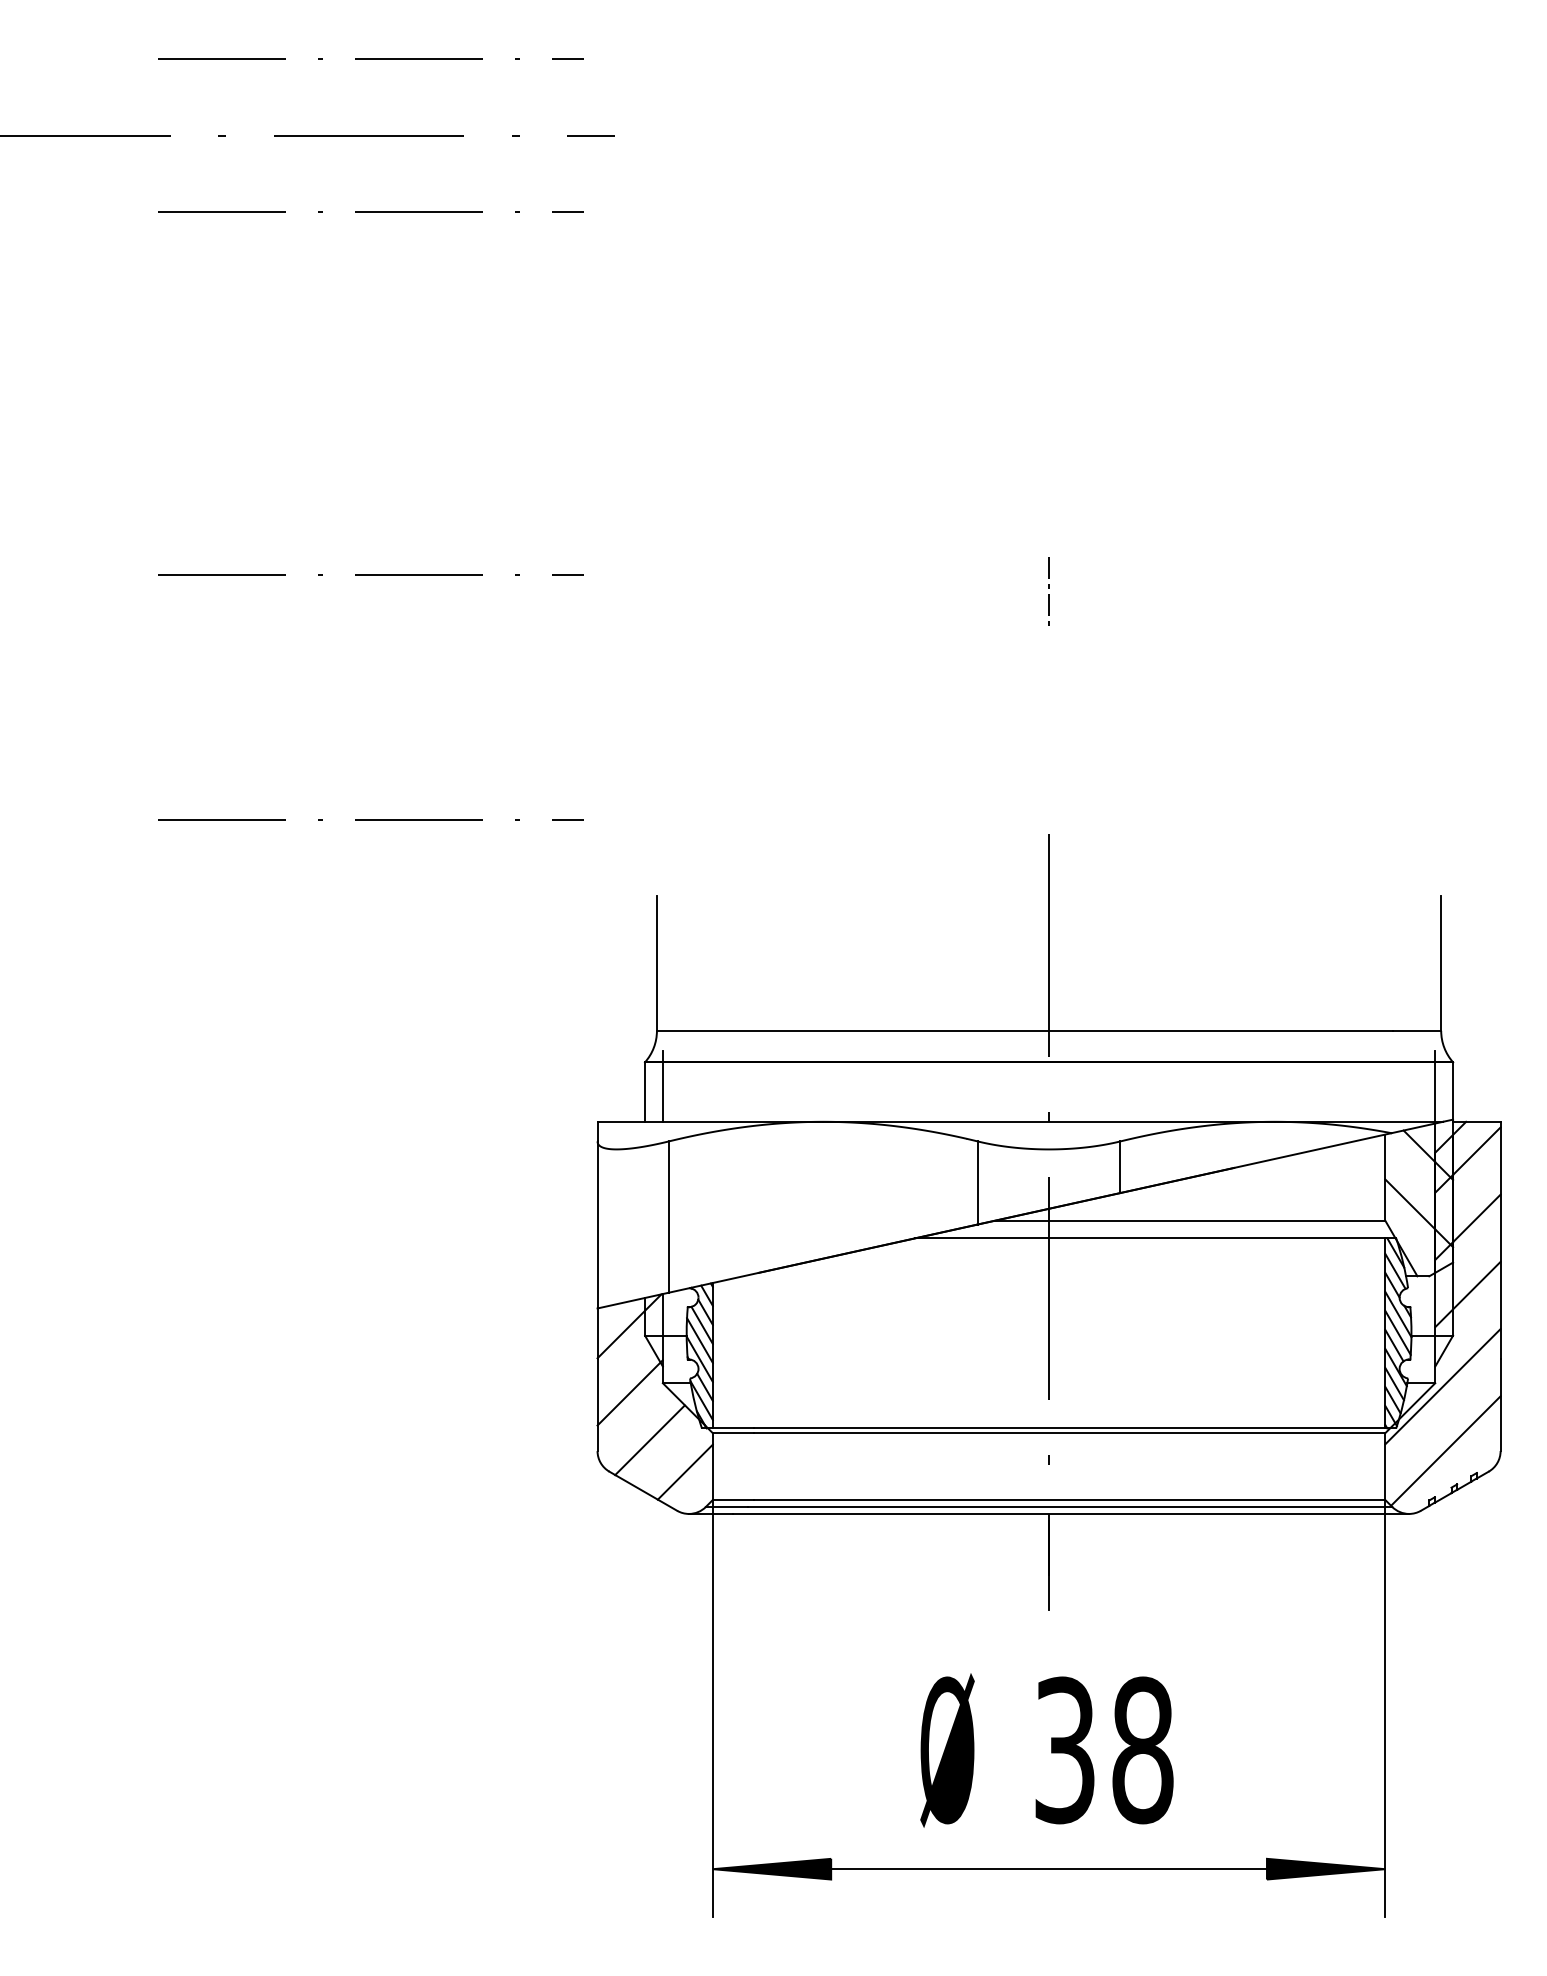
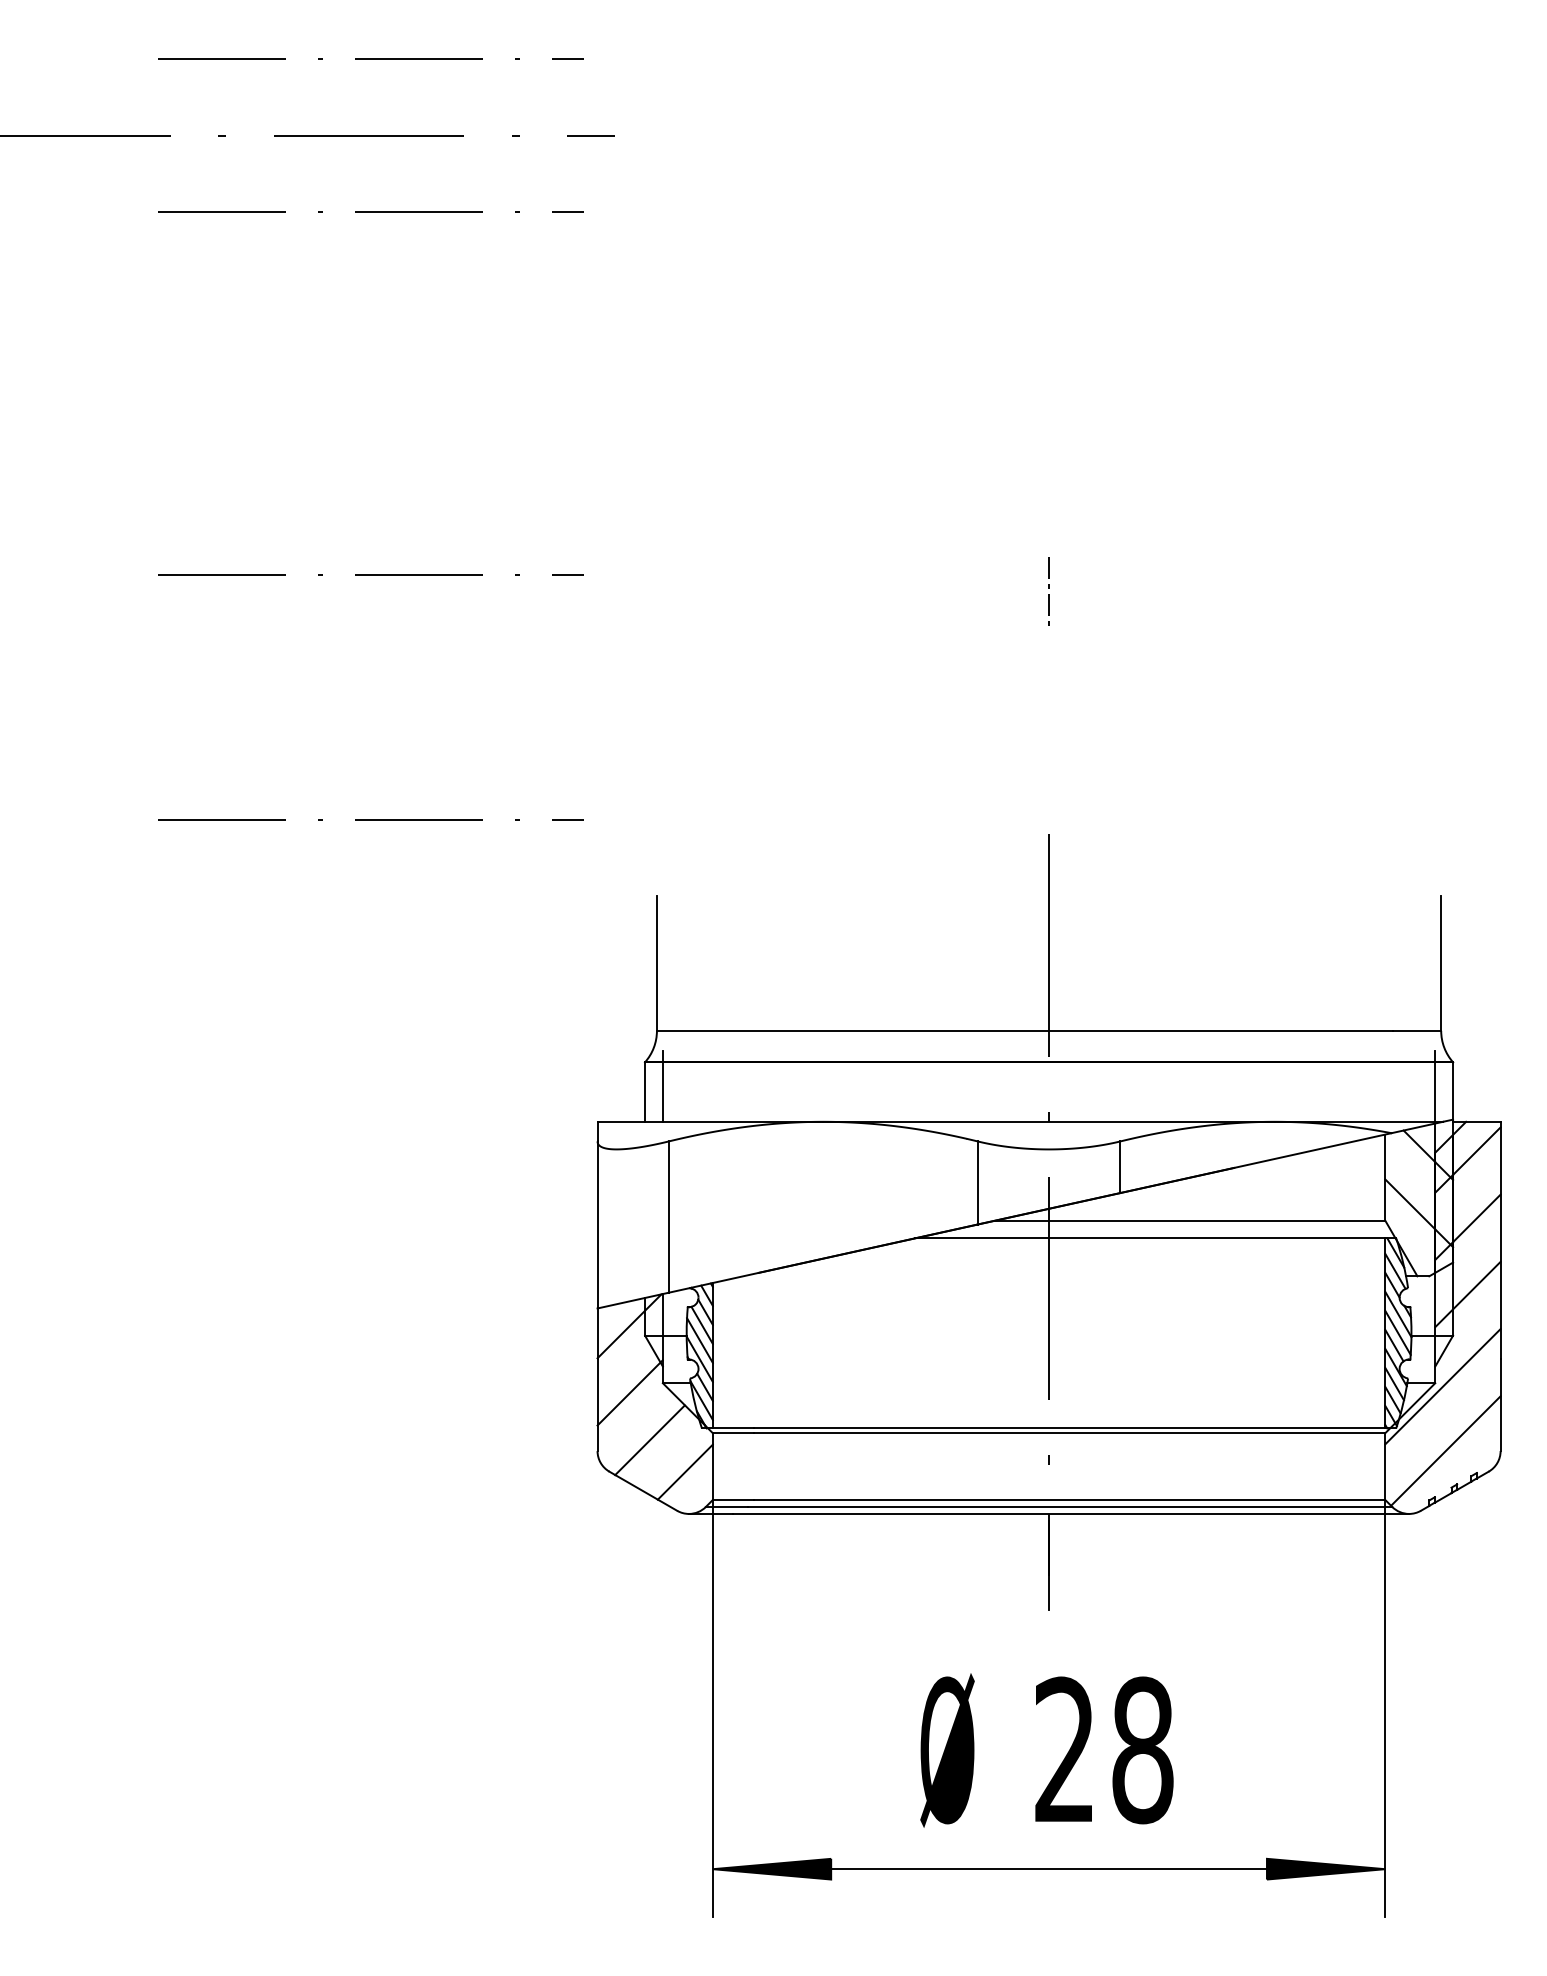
text at (1064, 1750): 38 -> 28
